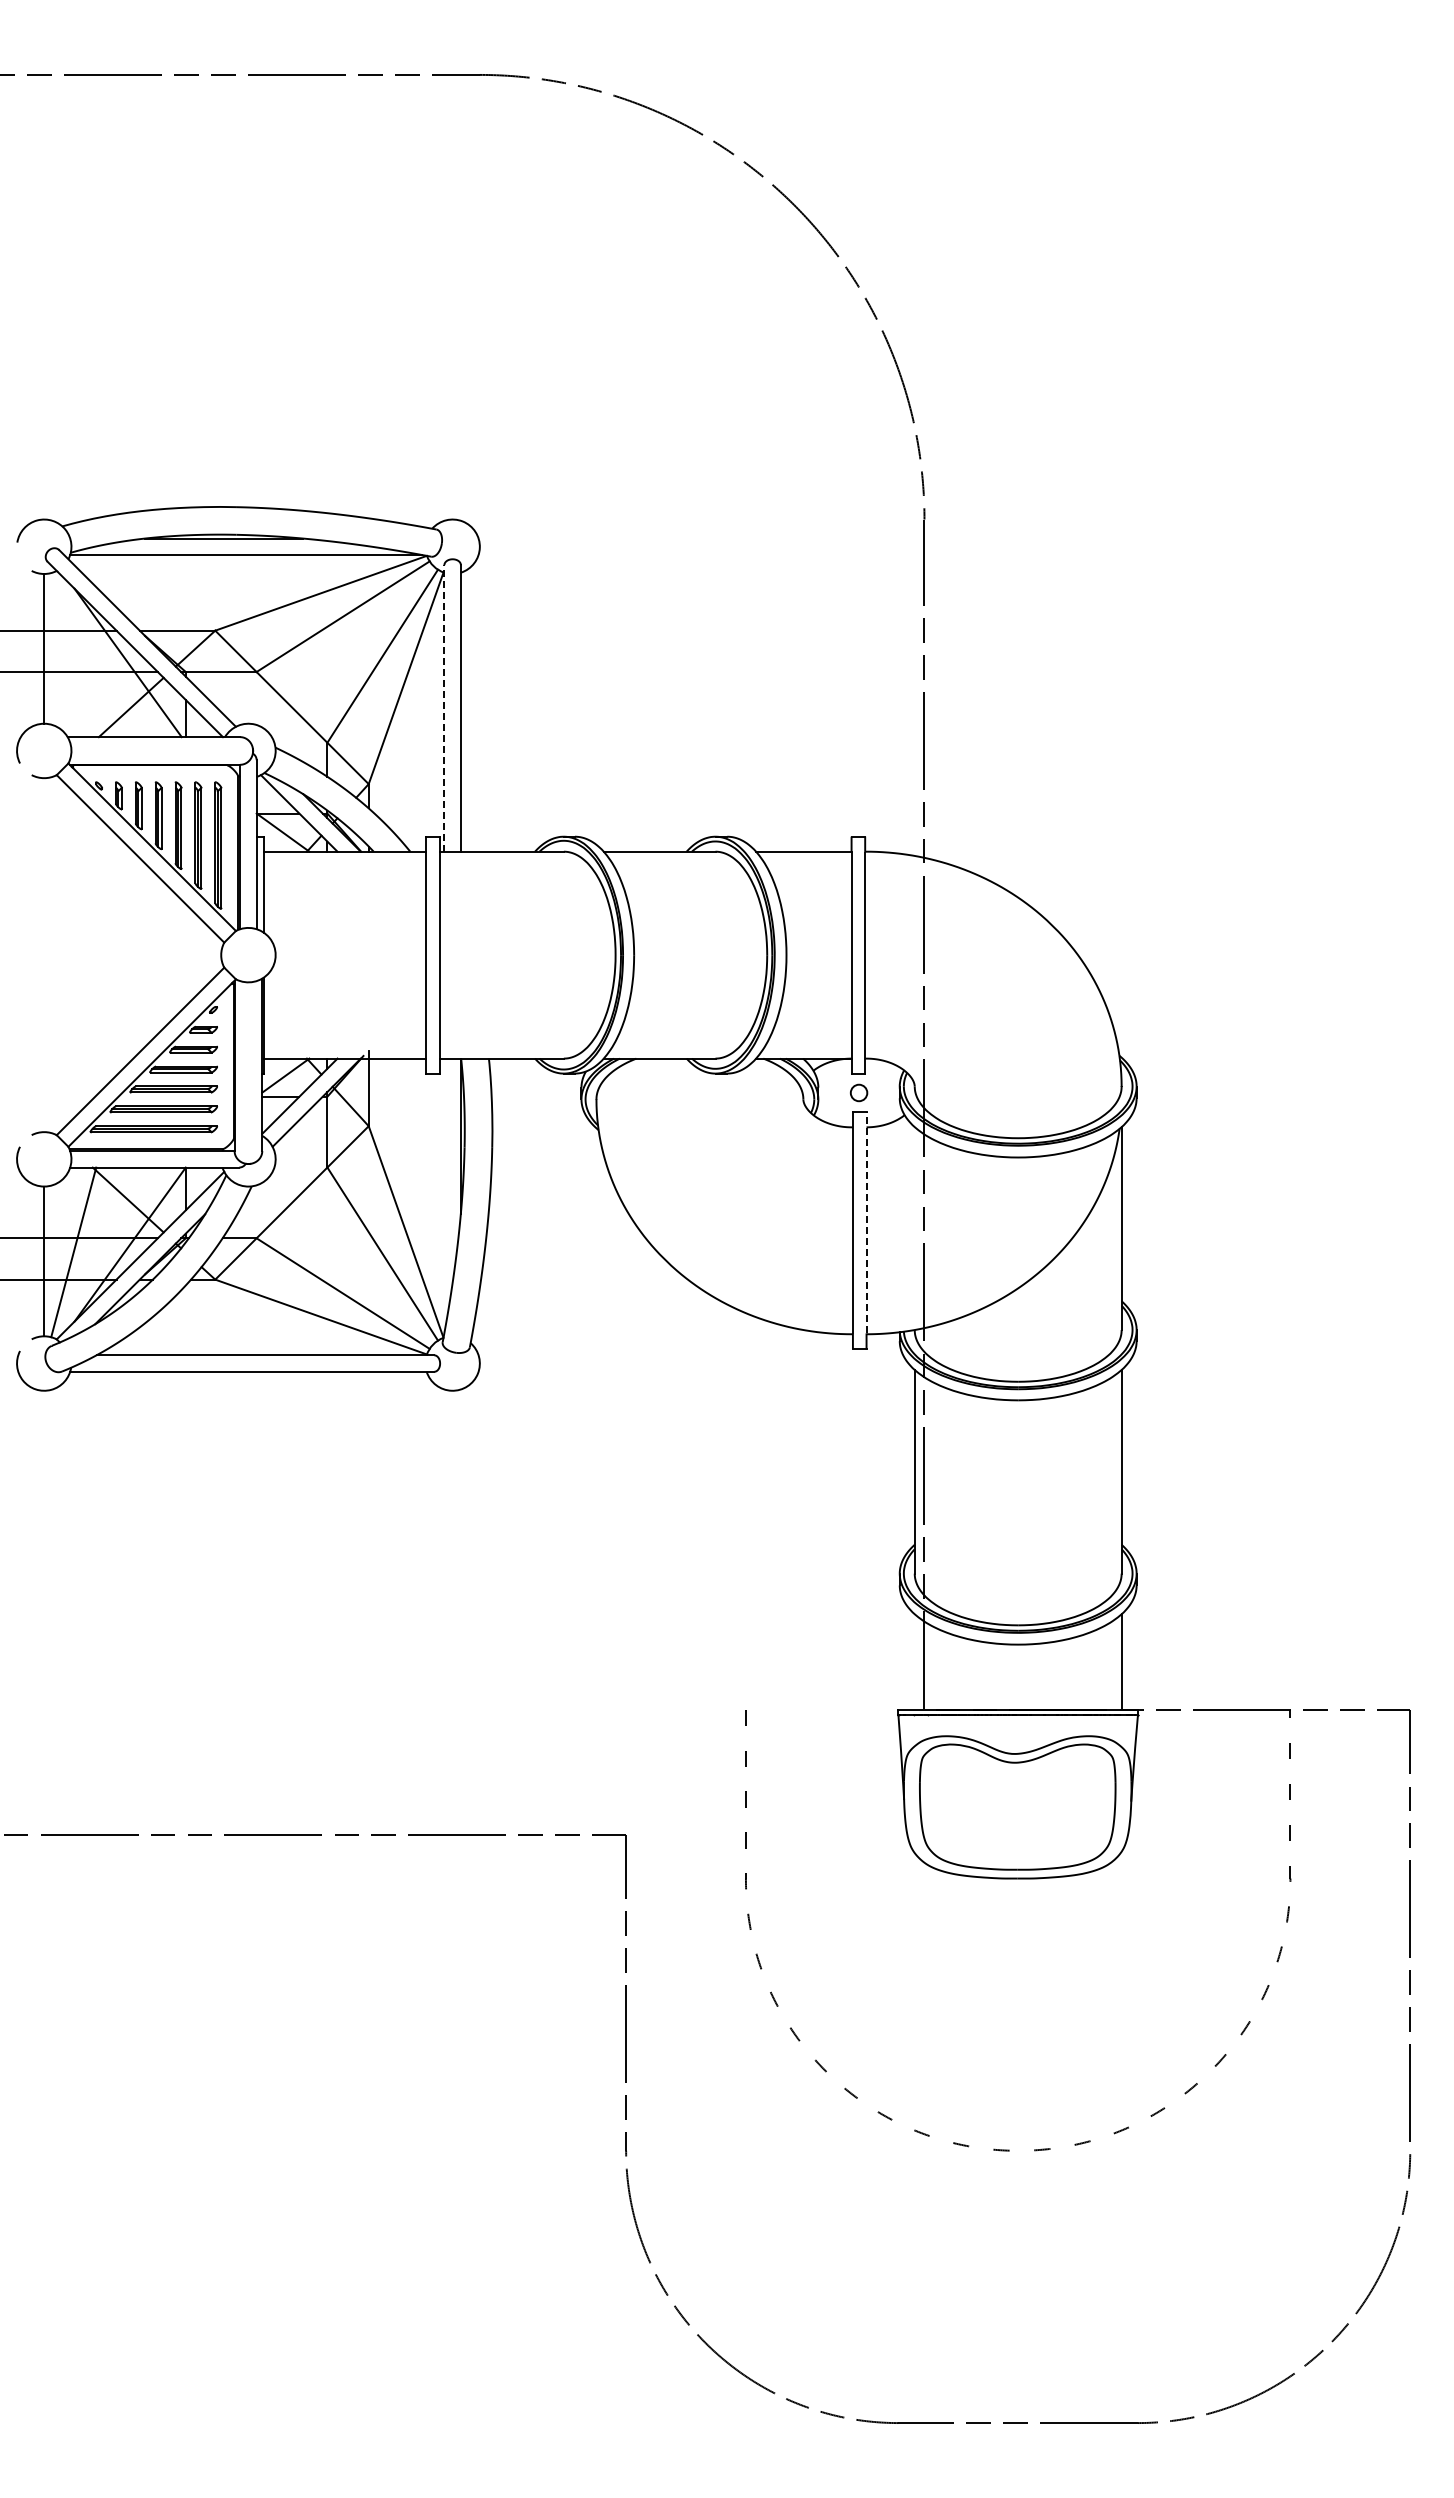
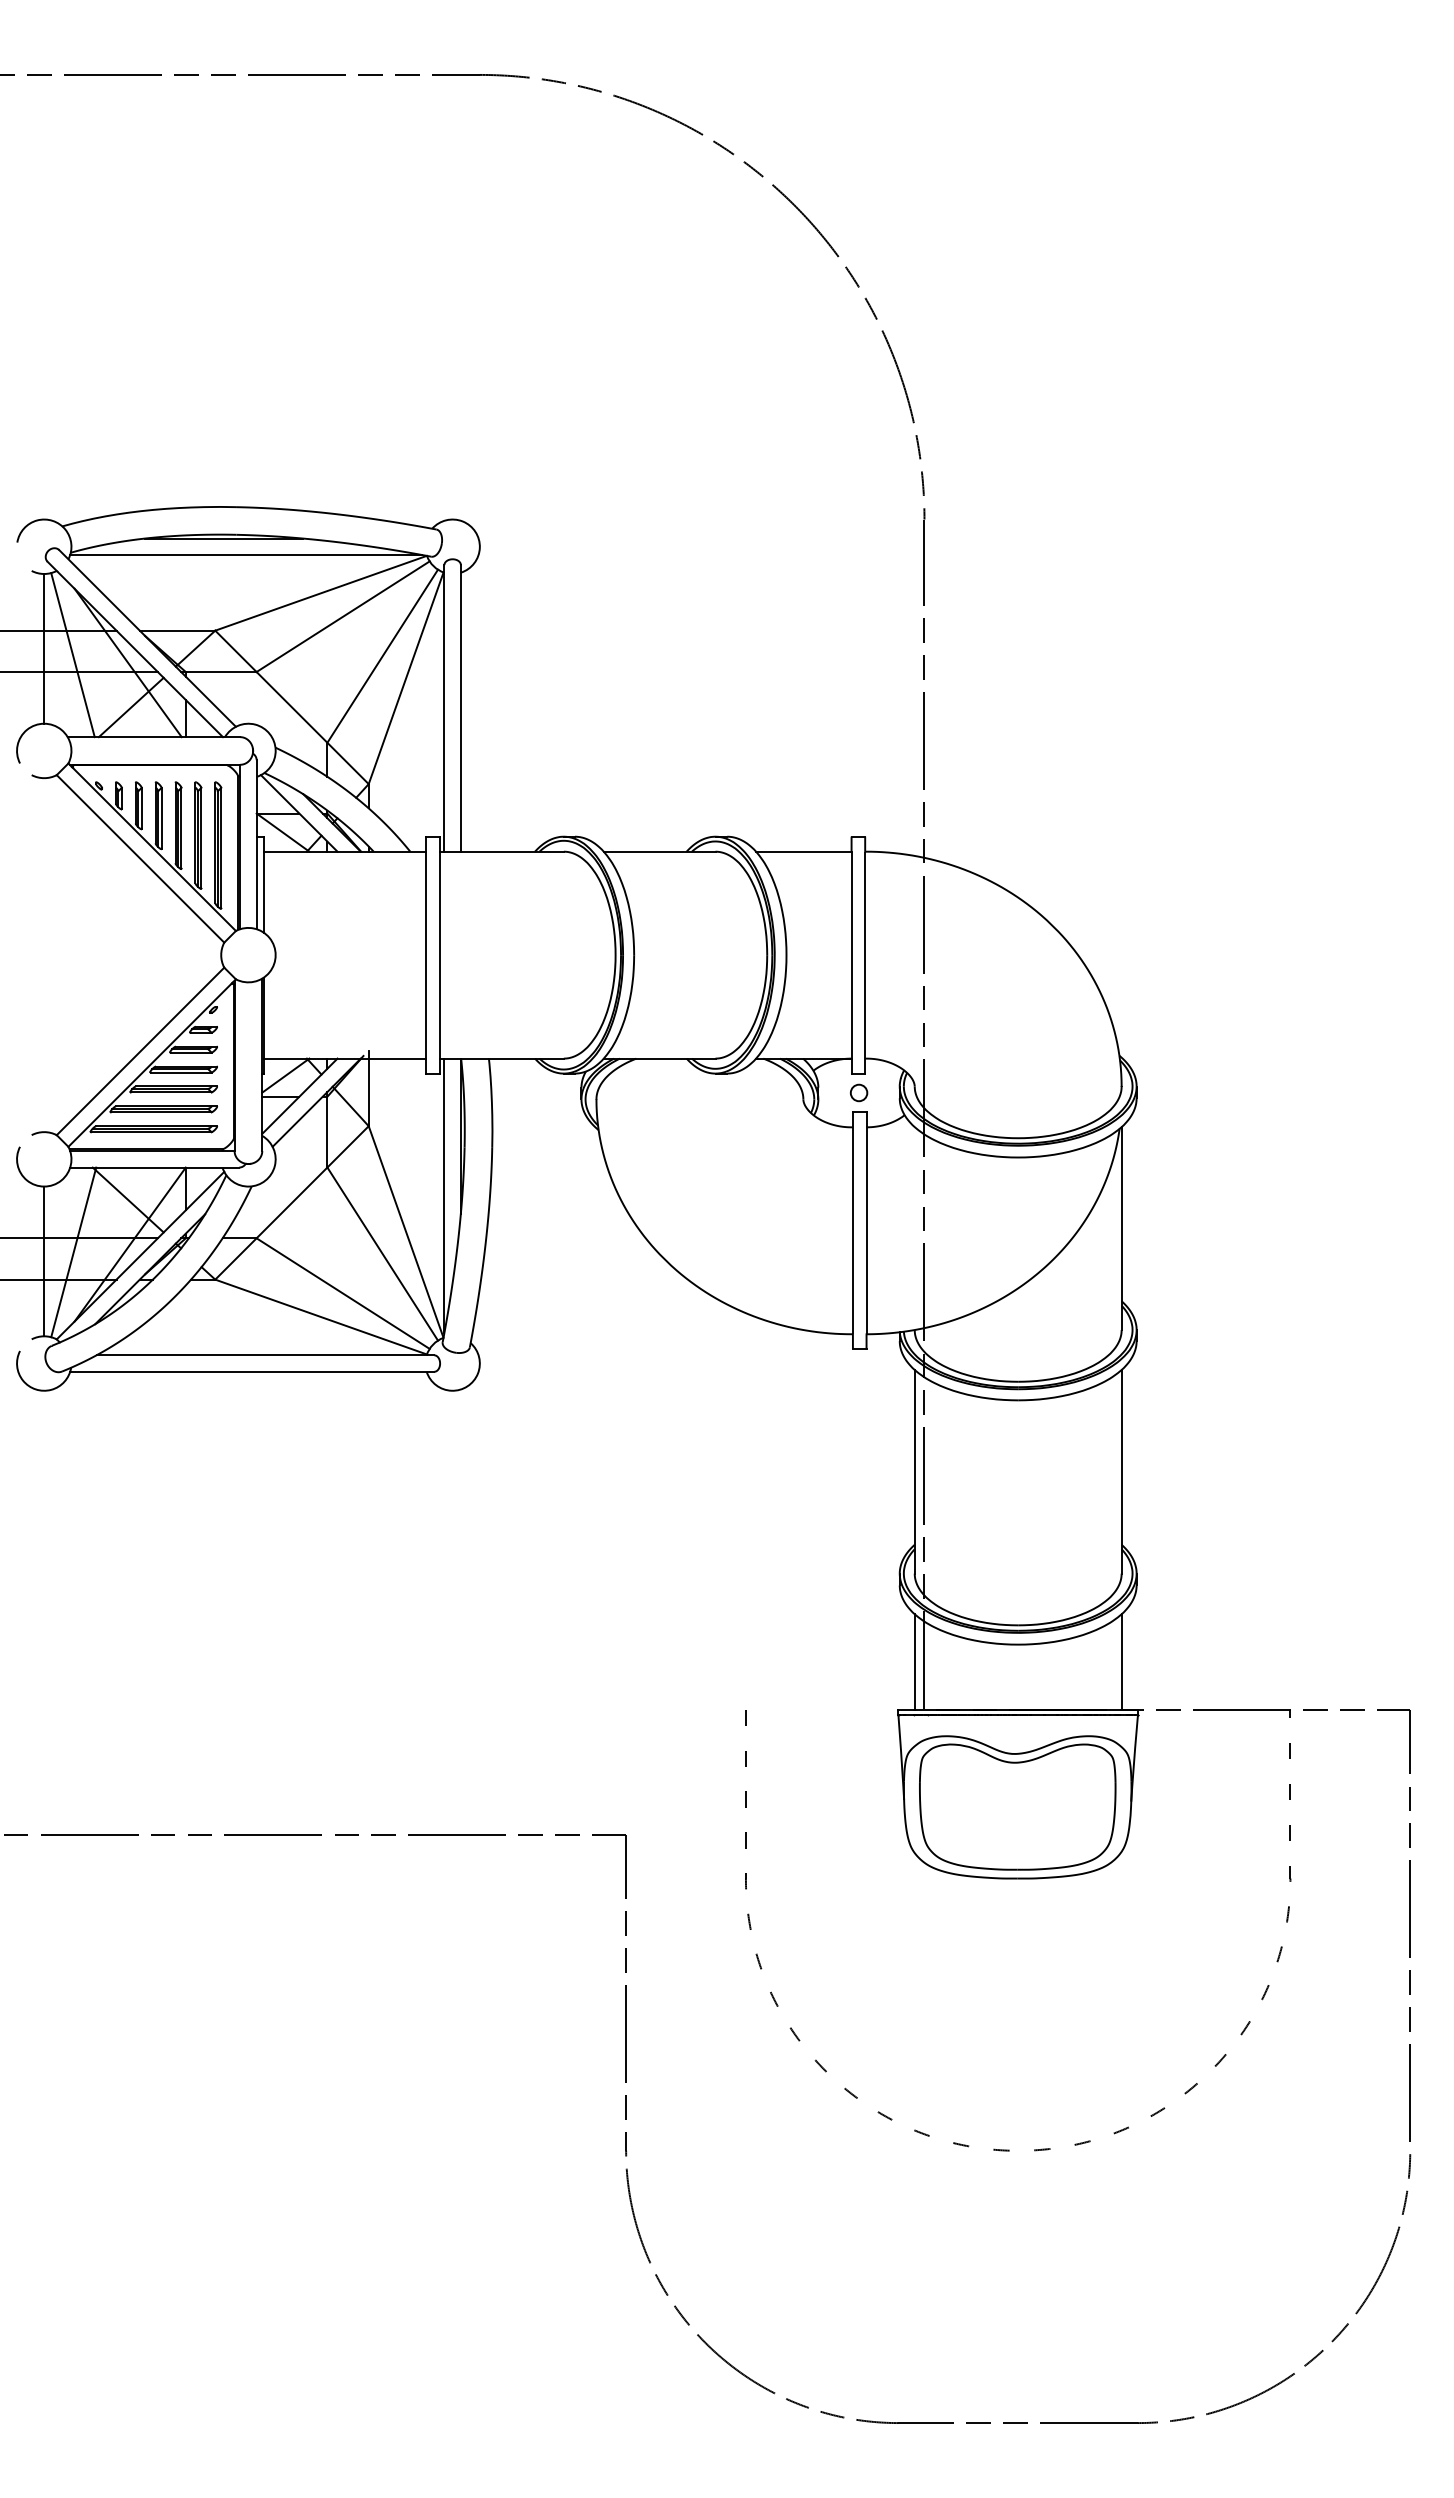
line at (72, 655): none -> present
line at (444, 707): dashed -> solid
line at (444, 1195): none -> present
line at (866, 1222): dashed -> solid
line at (914, 1661): none -> present
